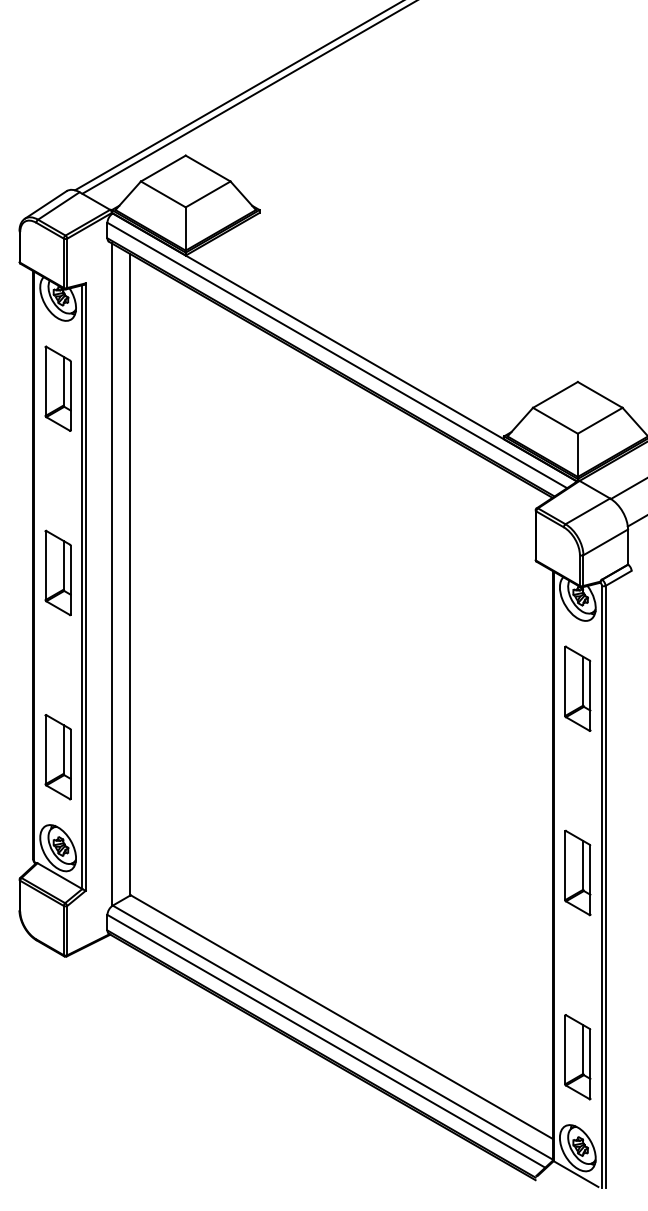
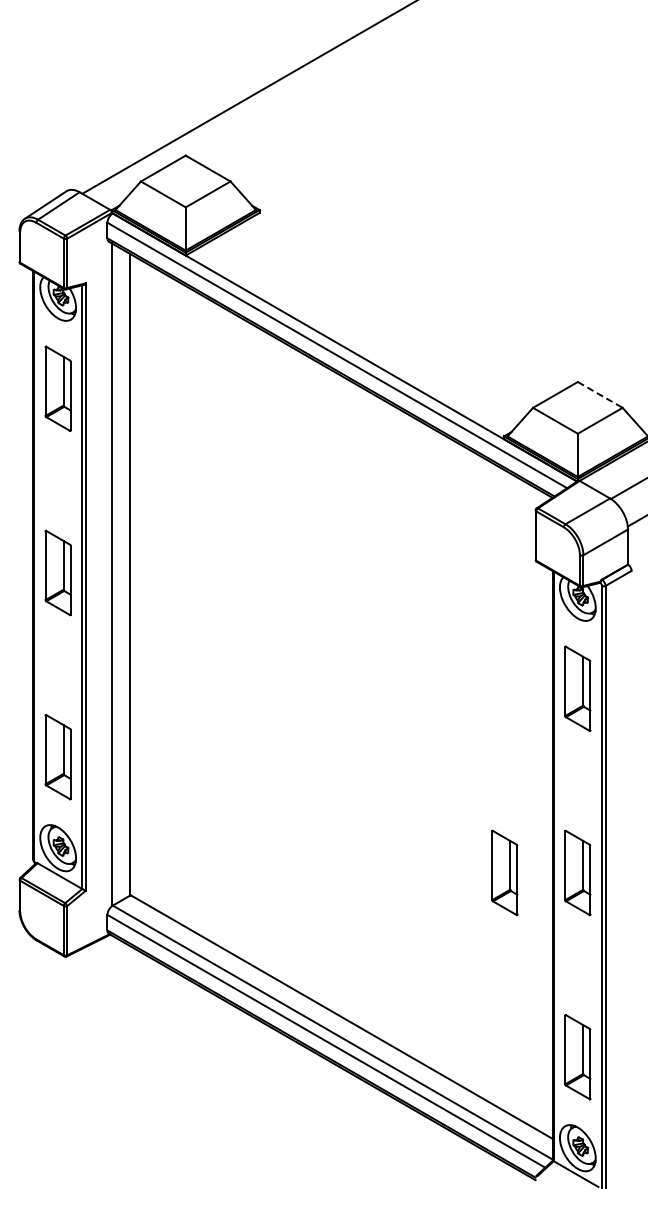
line at (238, 96): present -> none
line at (600, 394): solid -> dashed
part at (504, 872): none -> present
